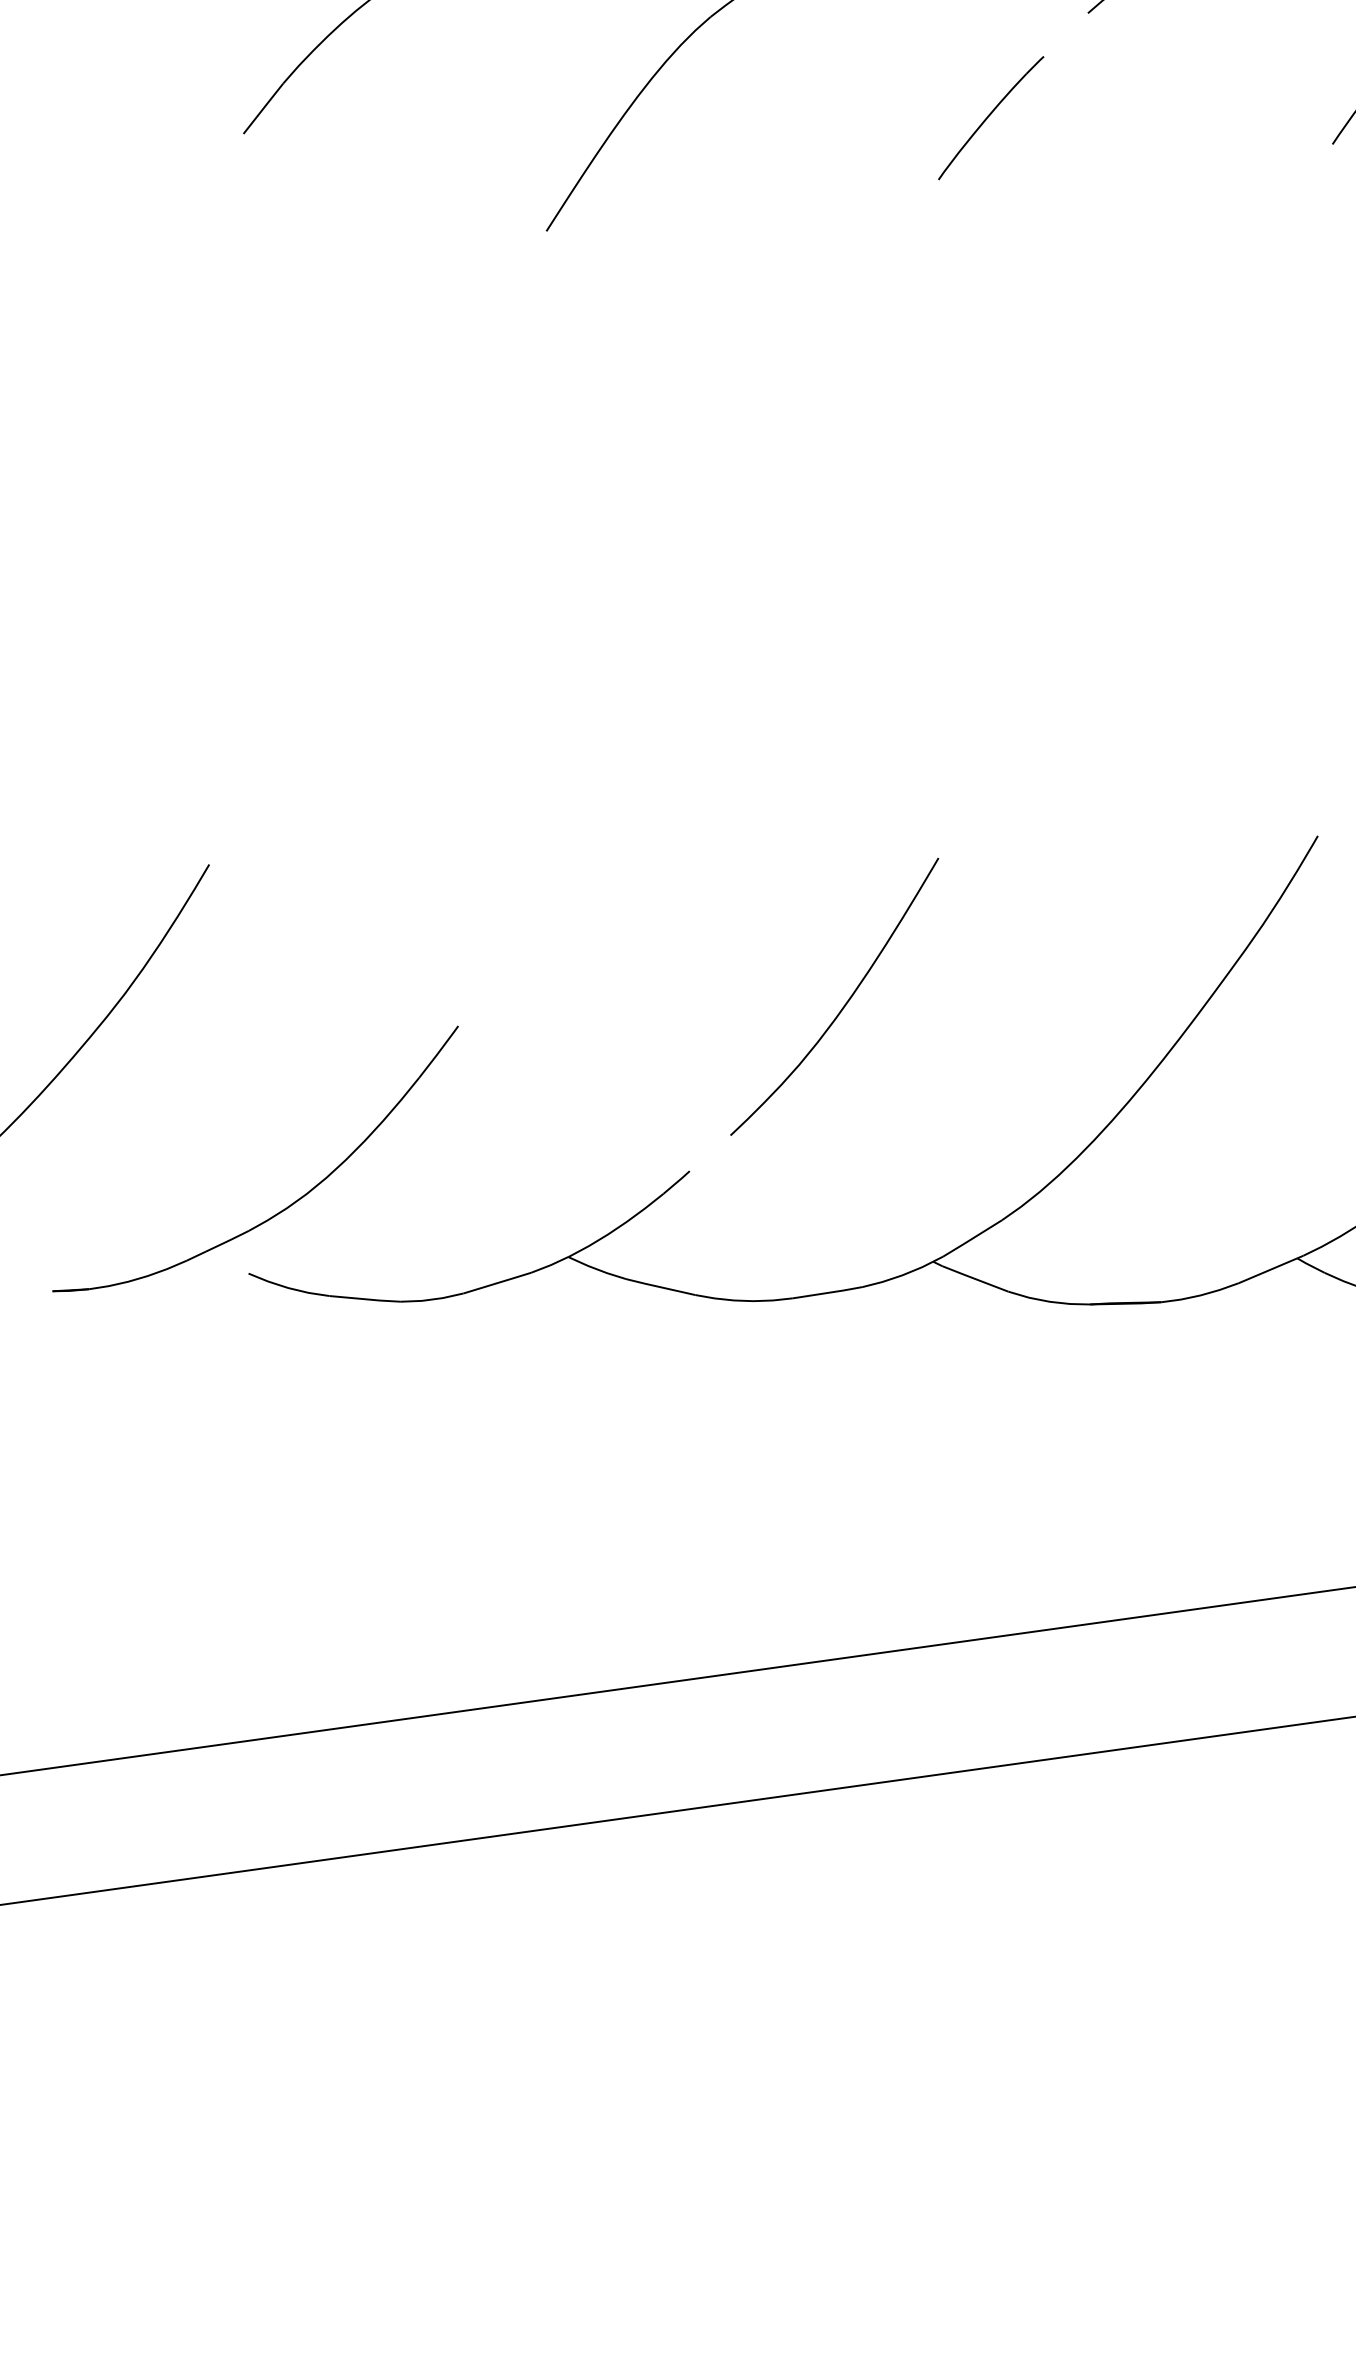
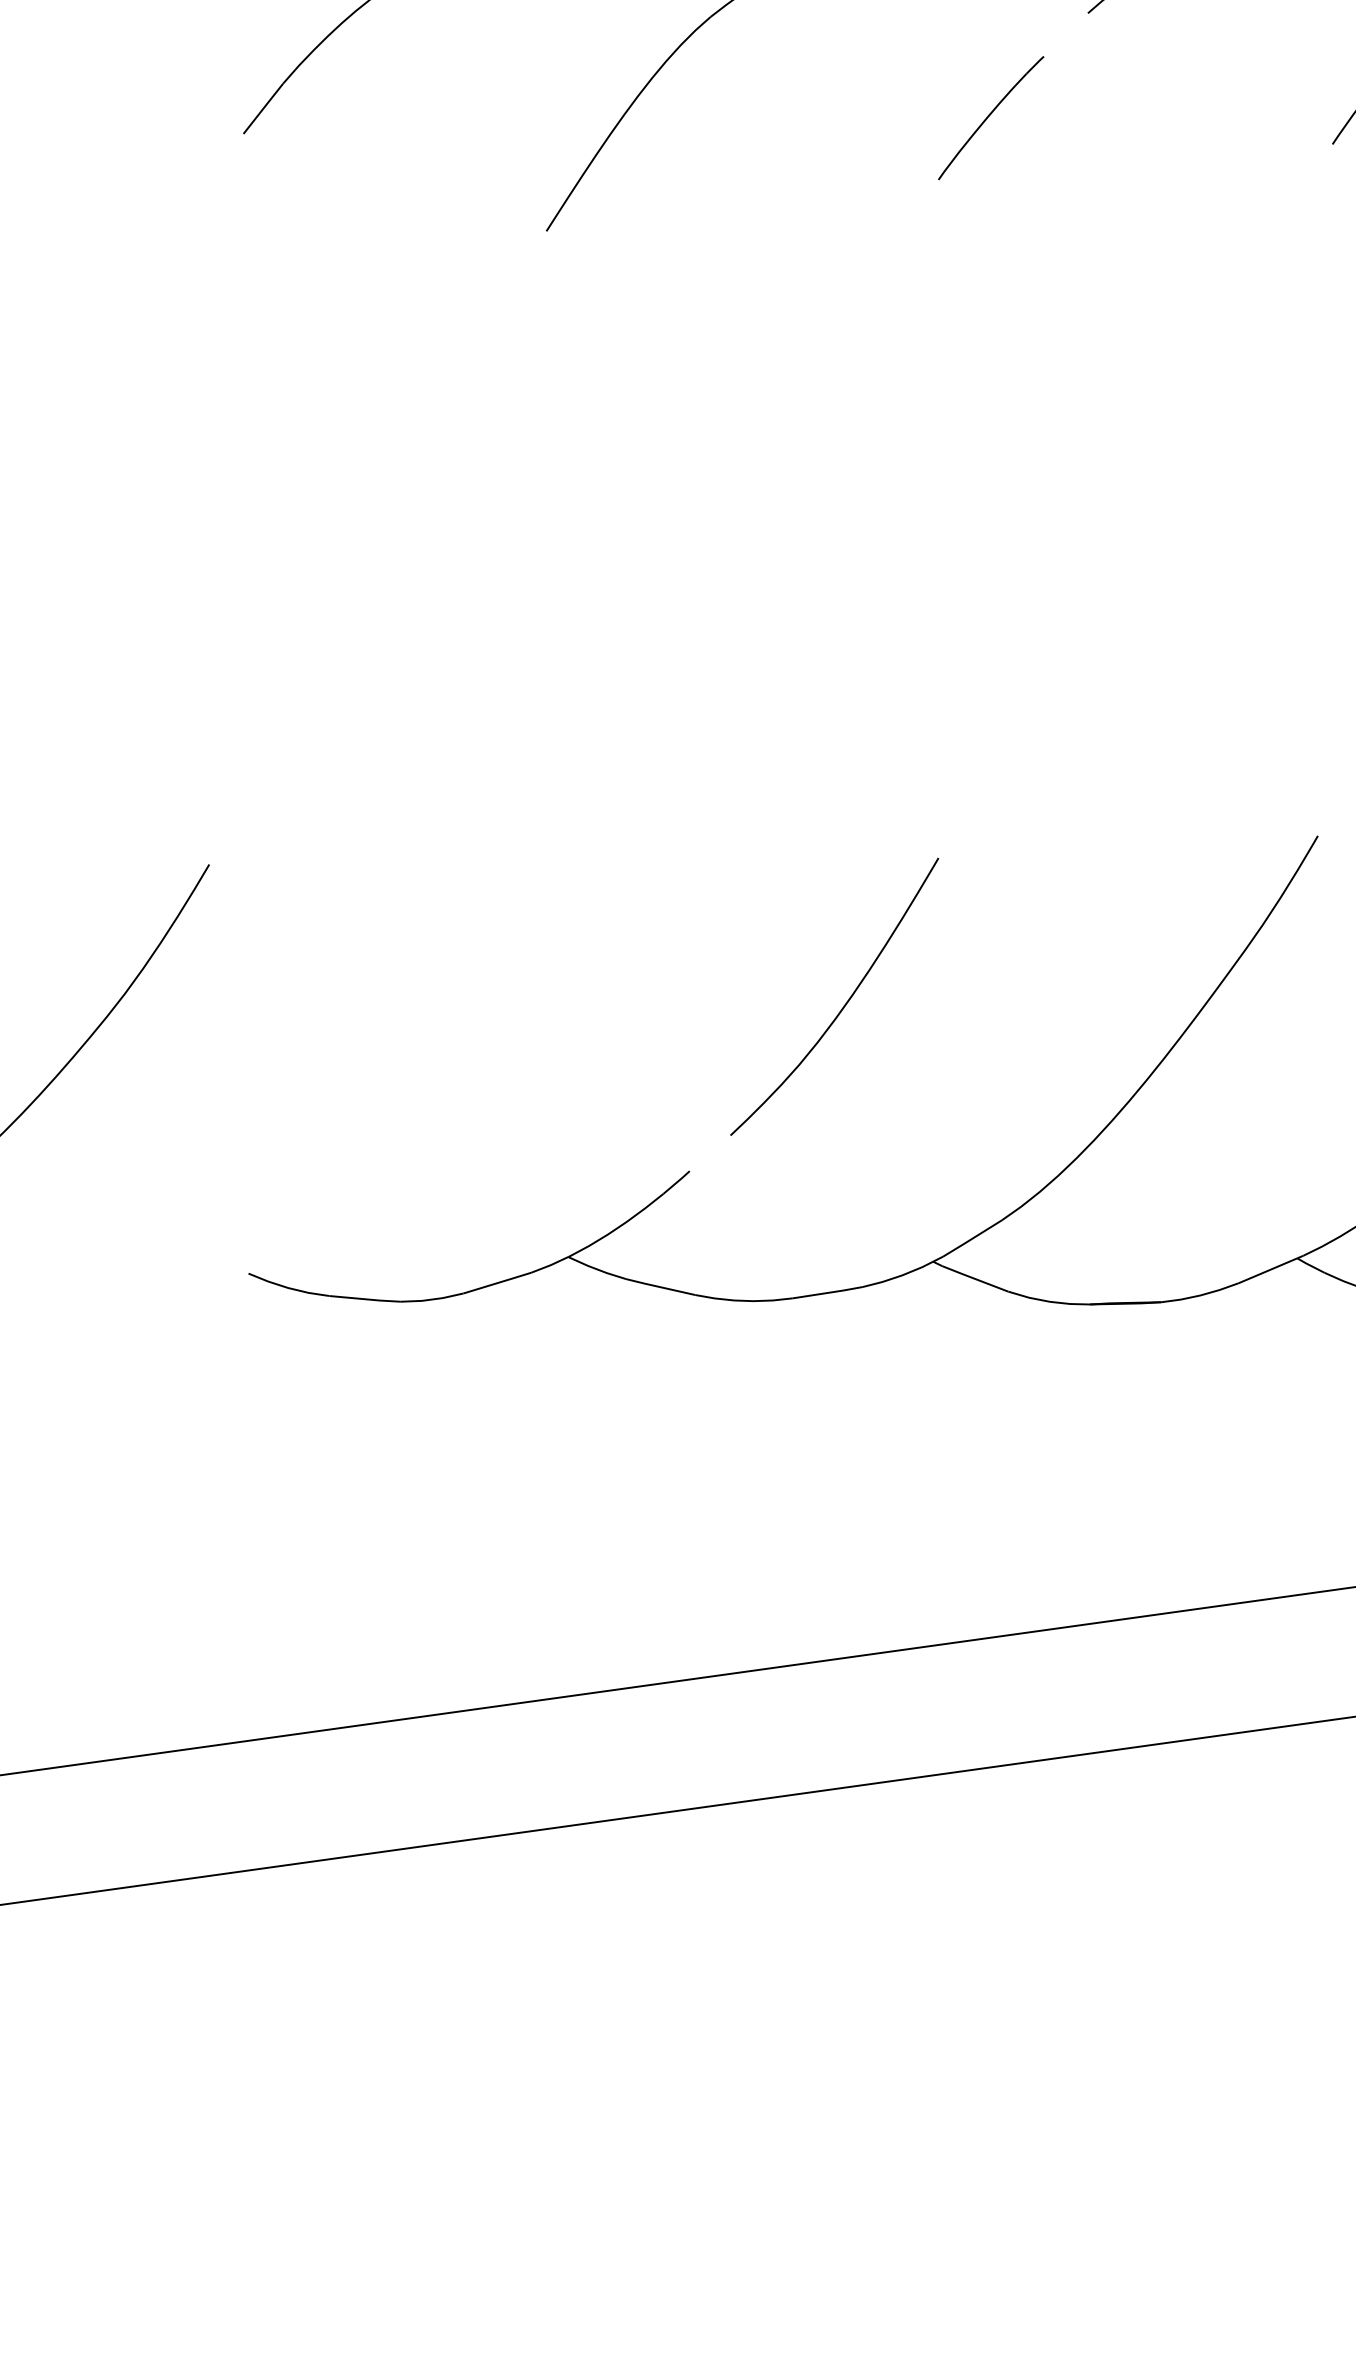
part at (288, 1205): present -> none
